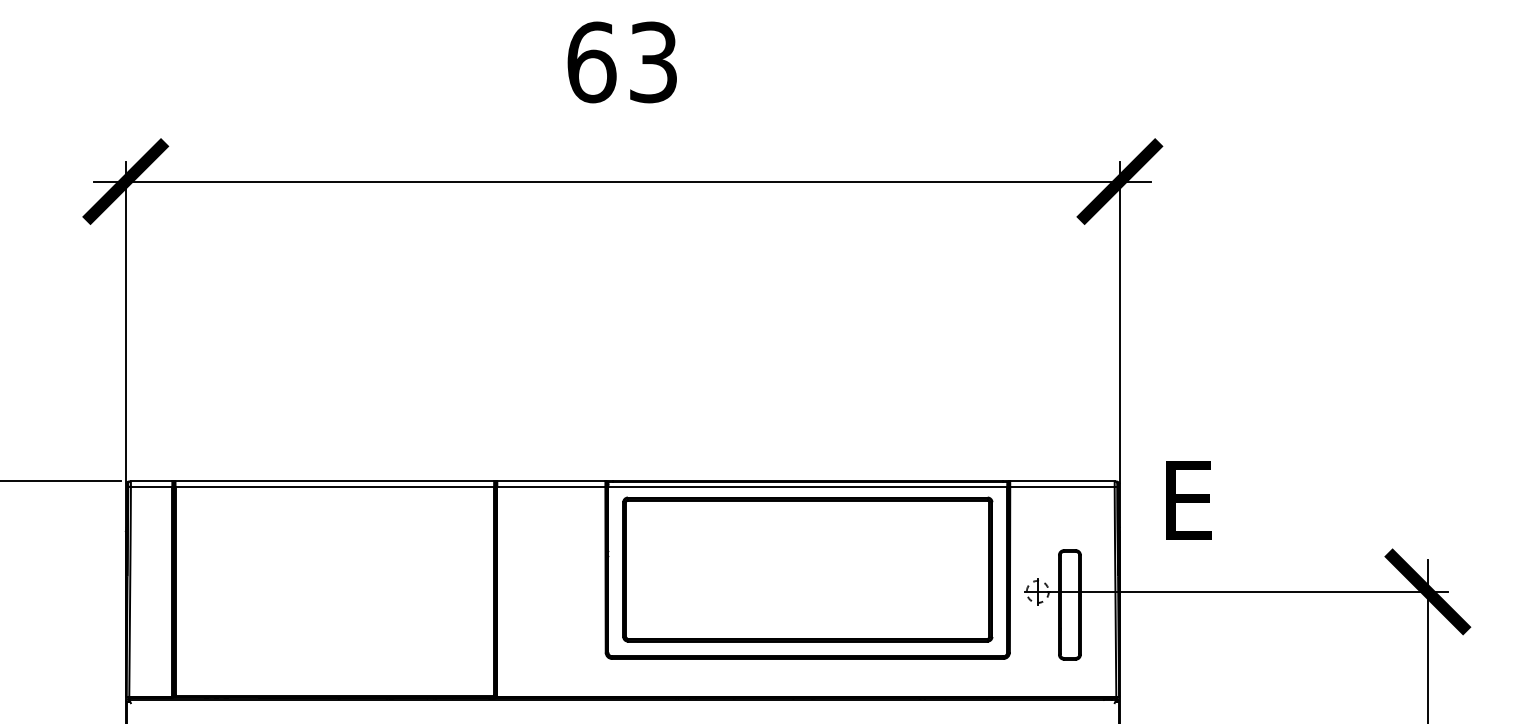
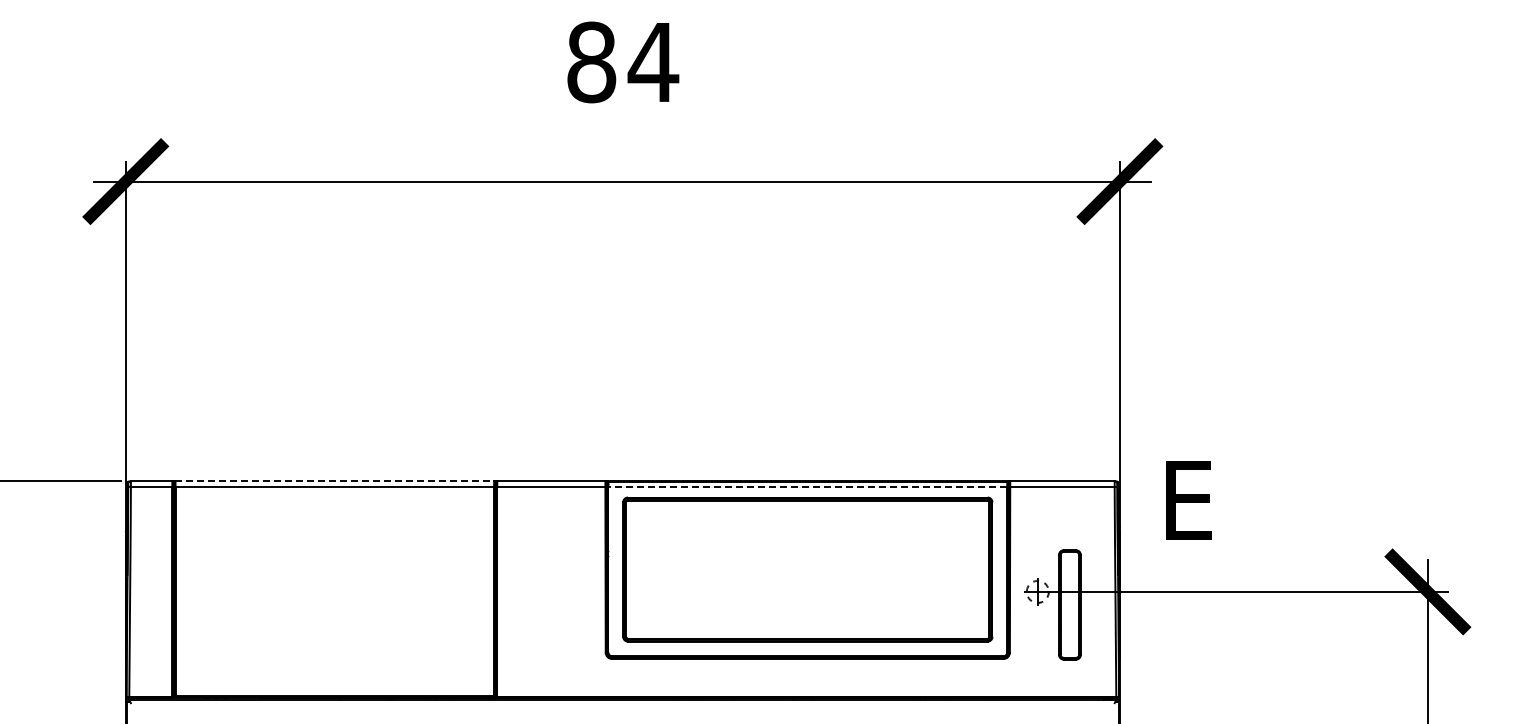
text at (623, 62): 63 -> 84
line at (335, 481): solid -> dashed
line at (807, 486): solid -> dashed
